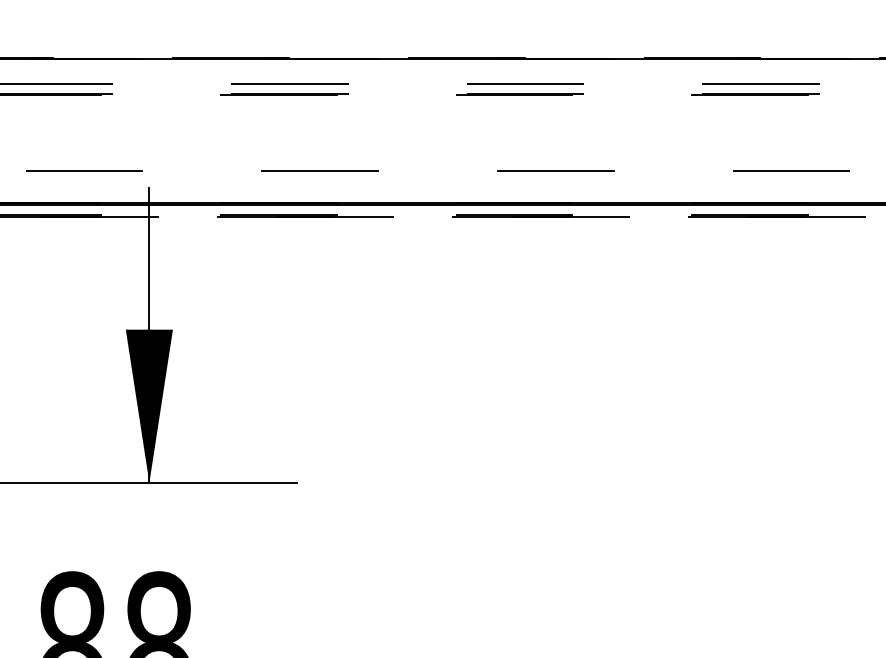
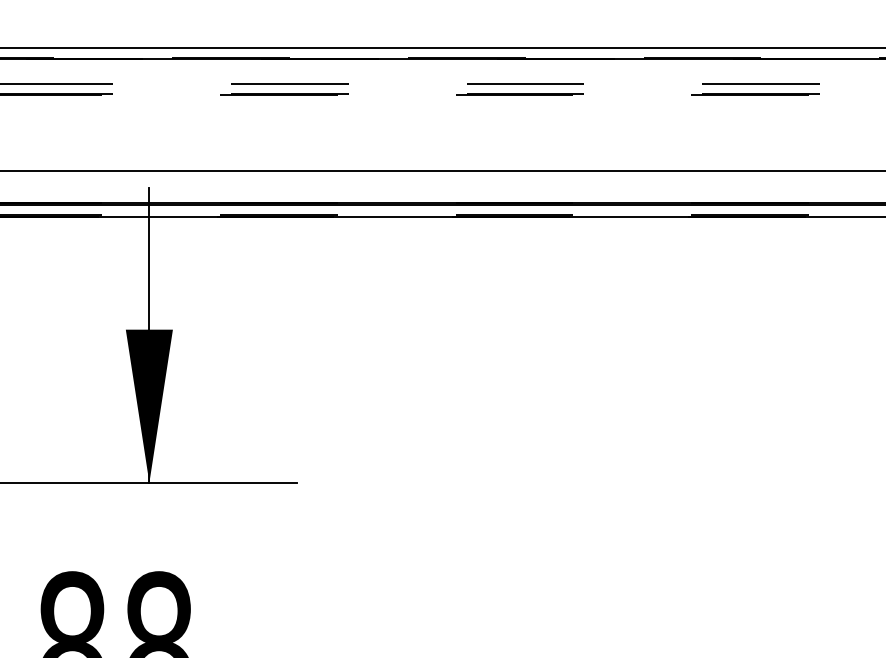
line at (442, 47): none -> present
line at (442, 170): dashed -> solid
line at (442, 216): dashed -> solid
